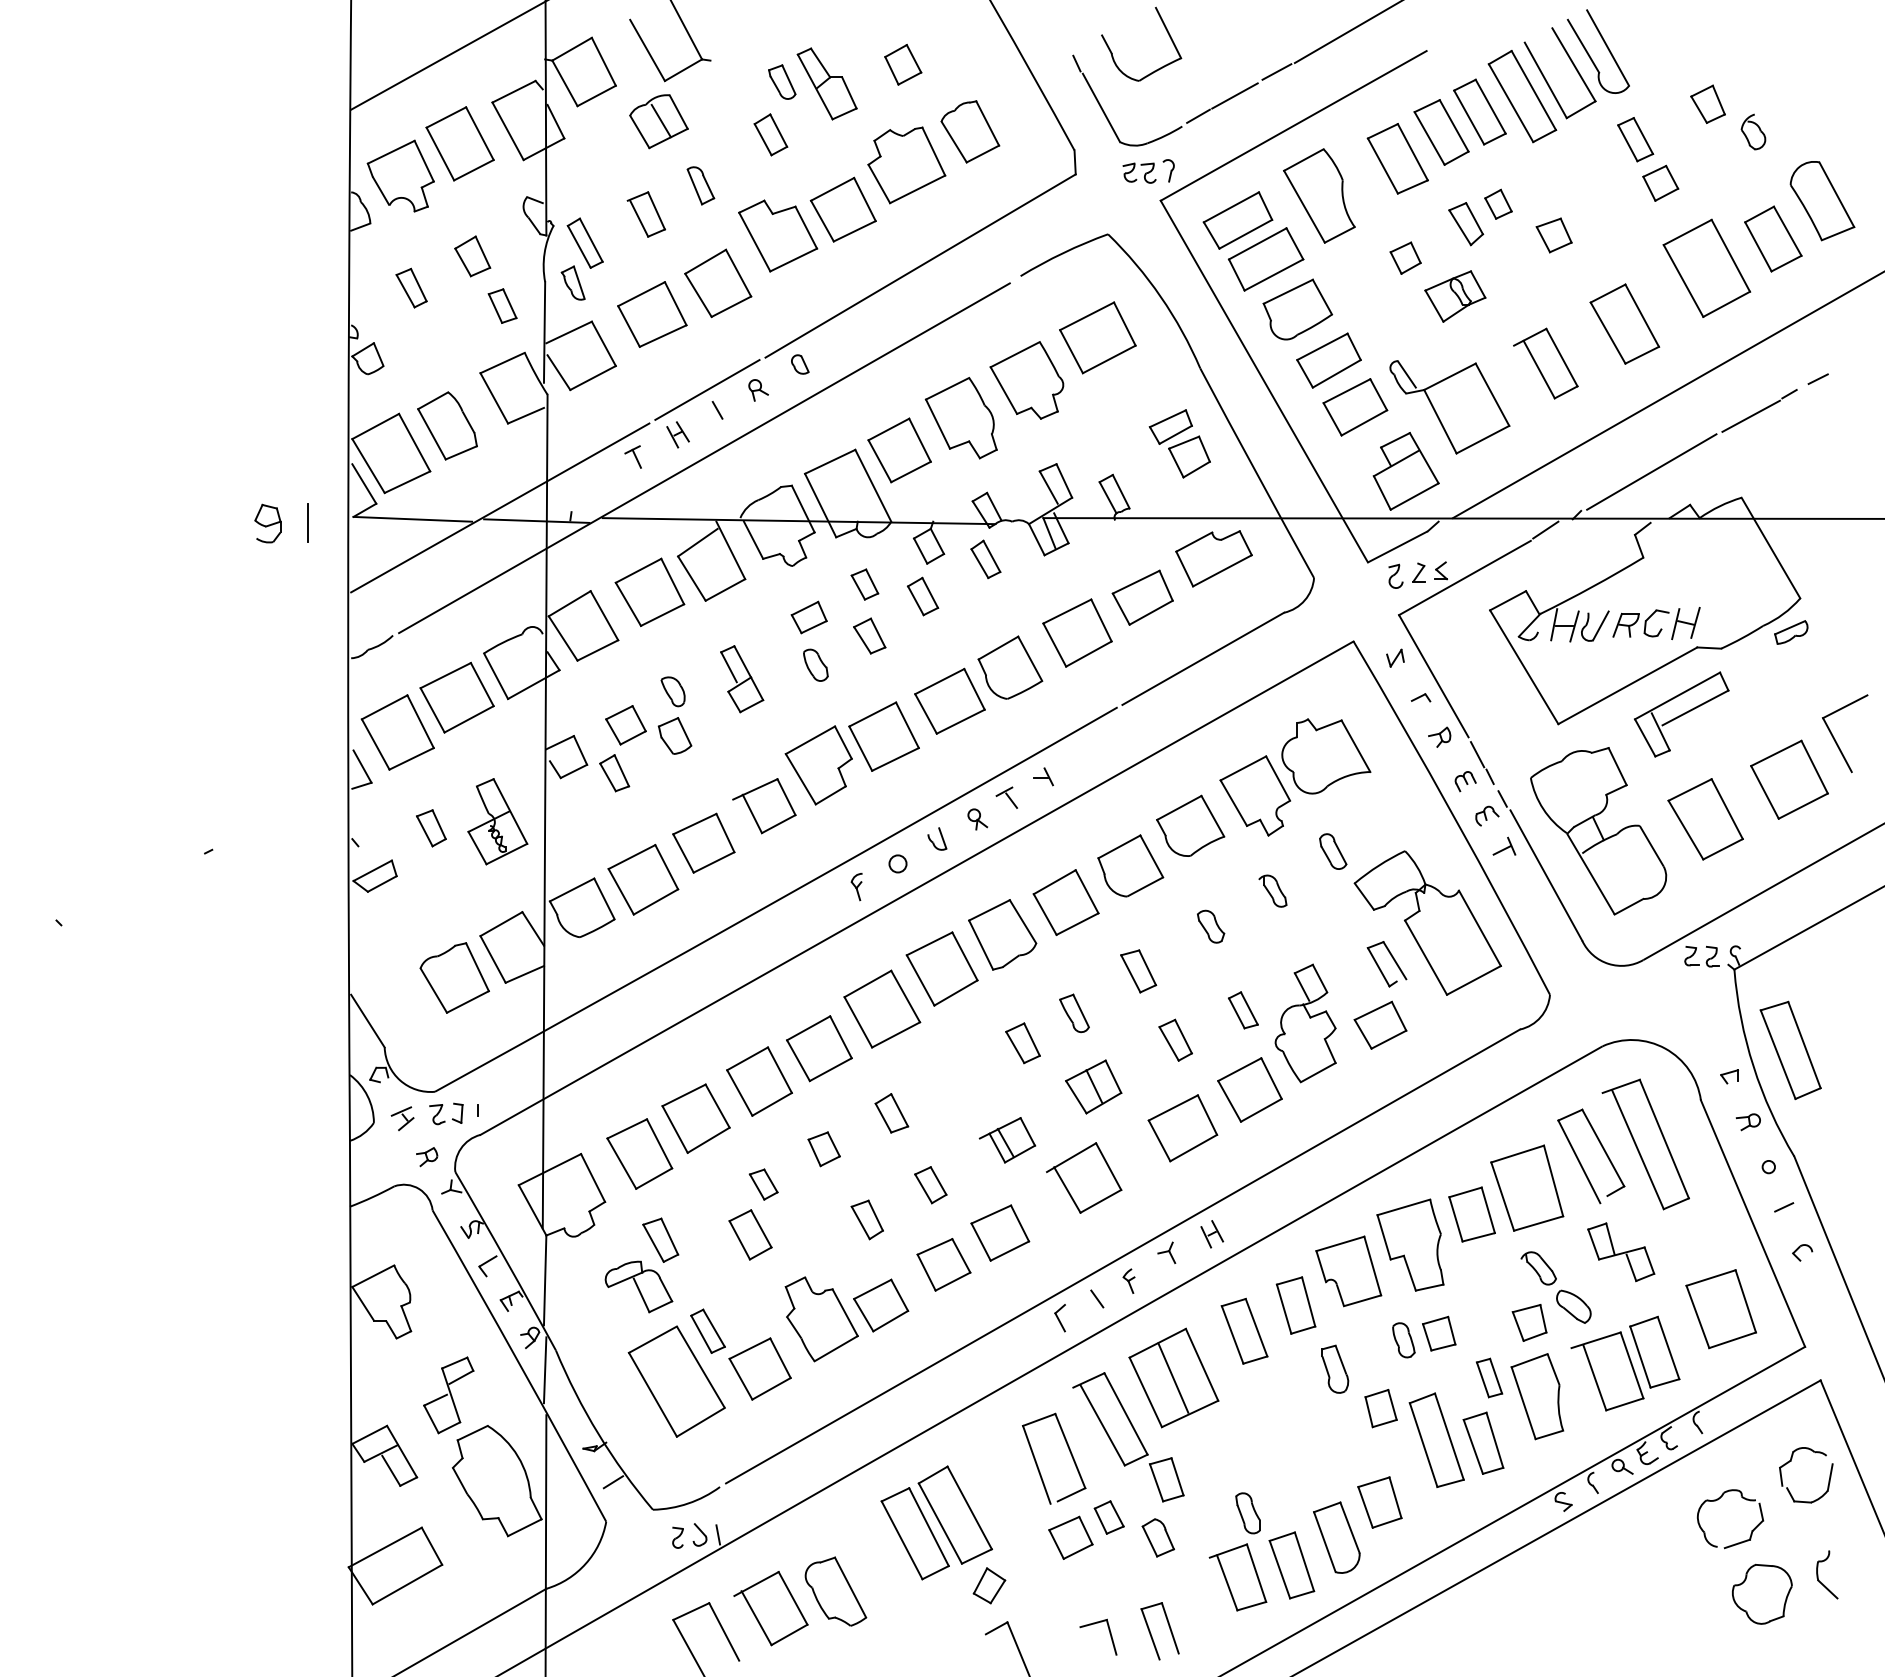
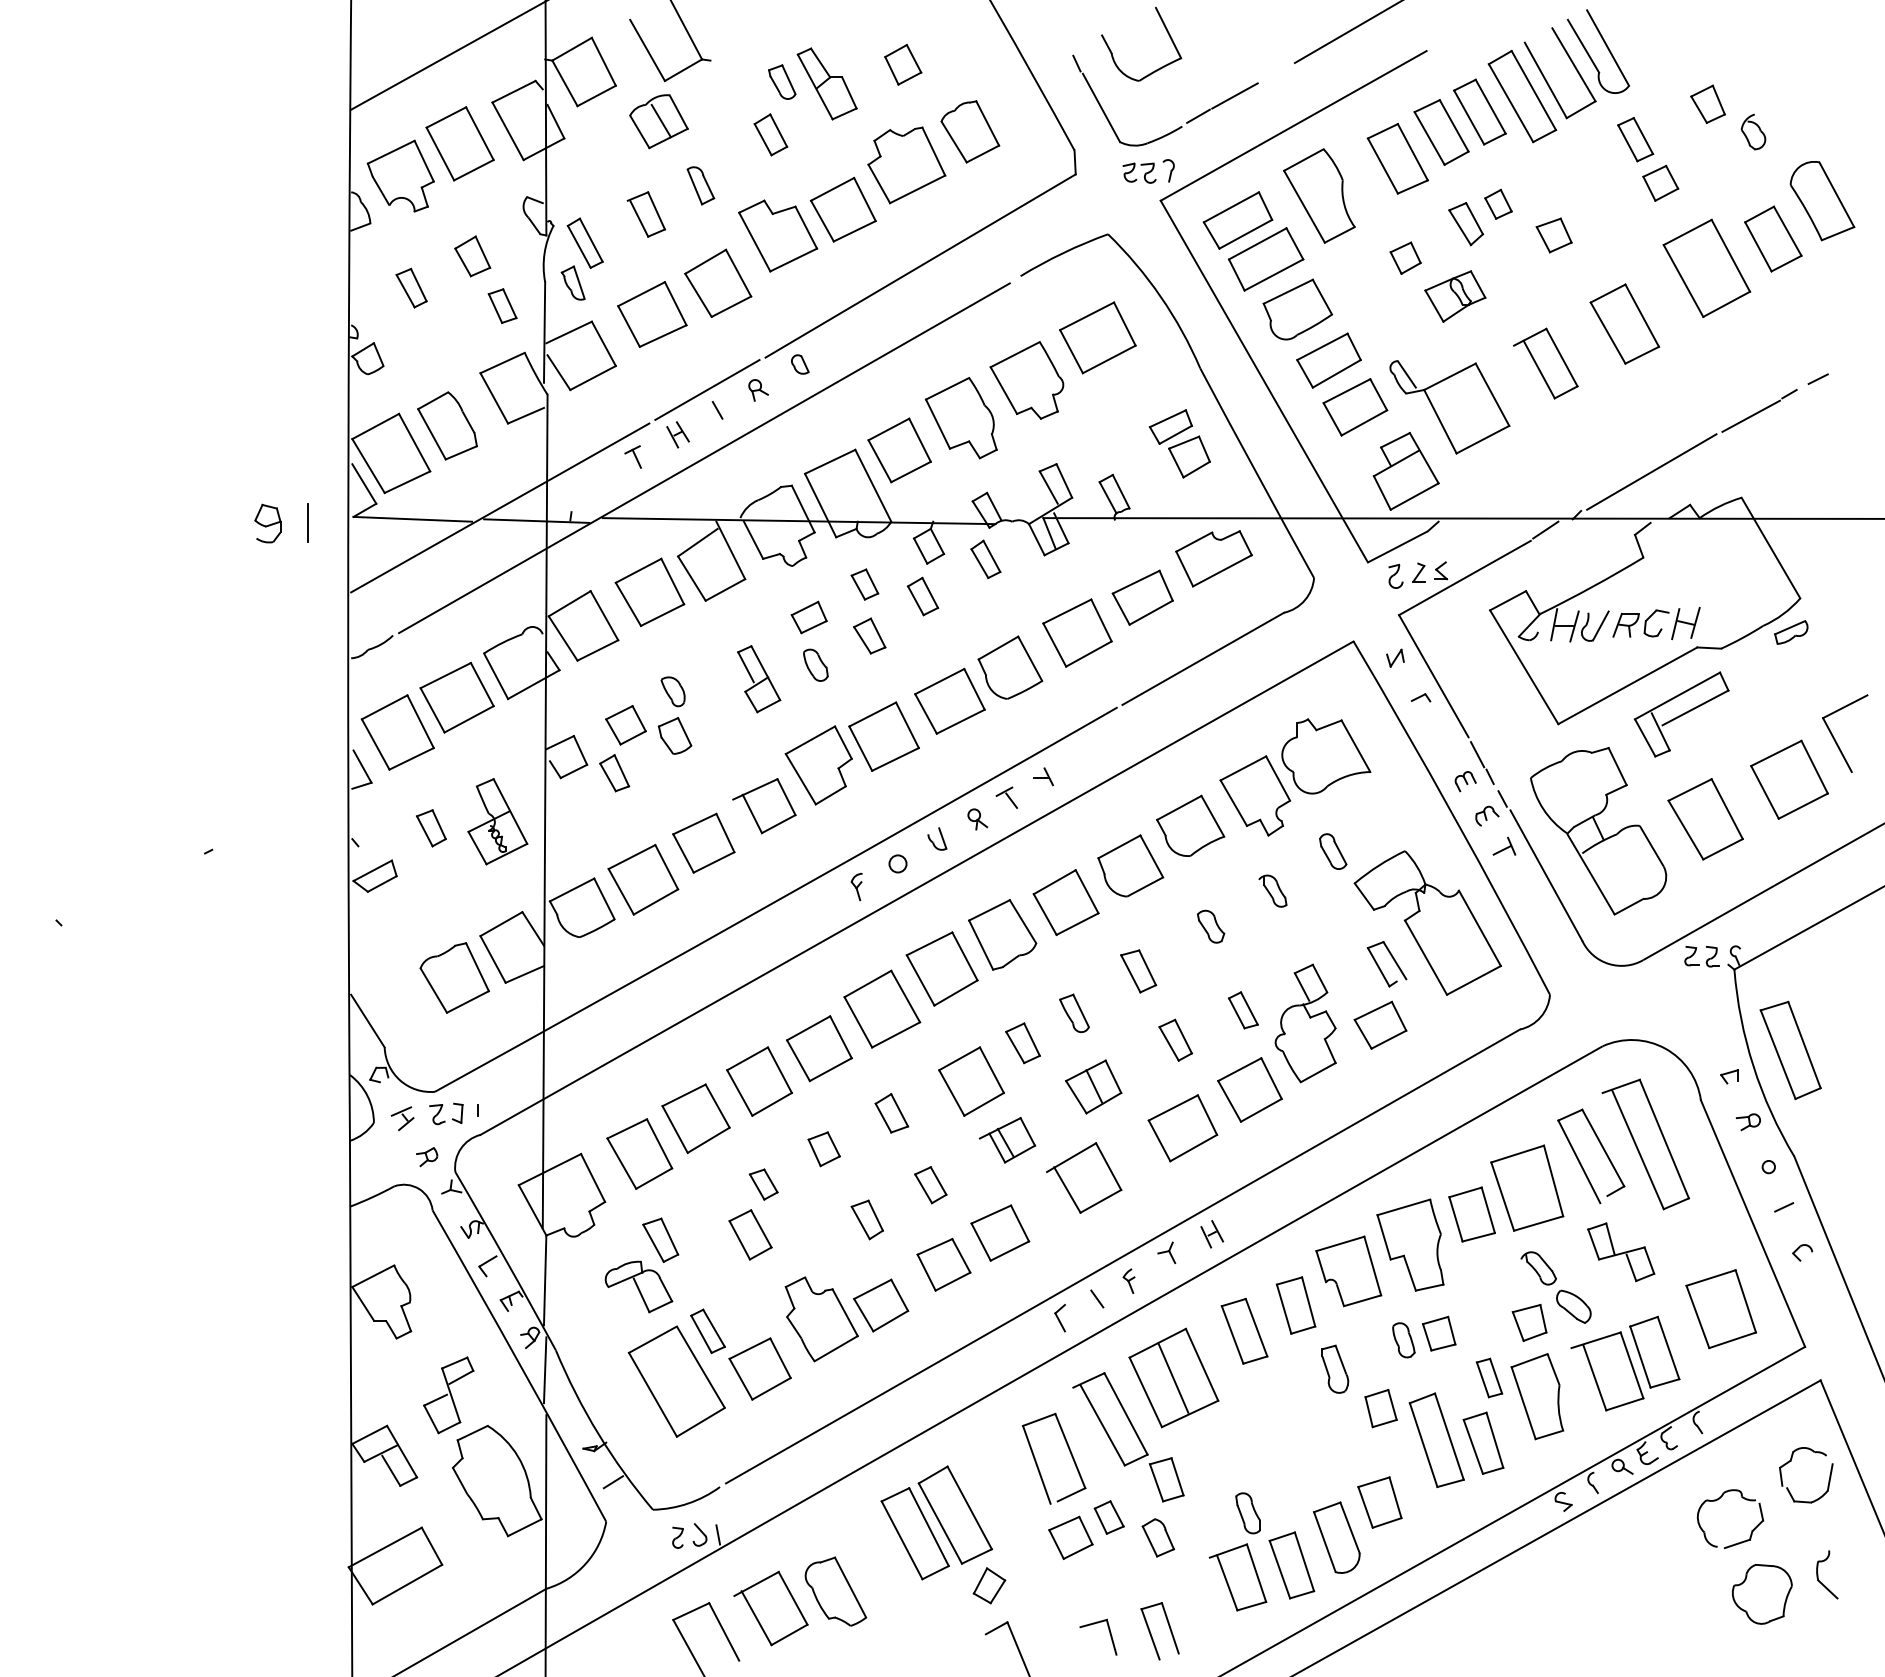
line at (1276, 71): present -> none
line at (1666, 395): present -> none
part at (742, 679) position: (742, 679) -> (759, 679)
part at (1439, 736): present -> none
part at (971, 1081): none -> present
